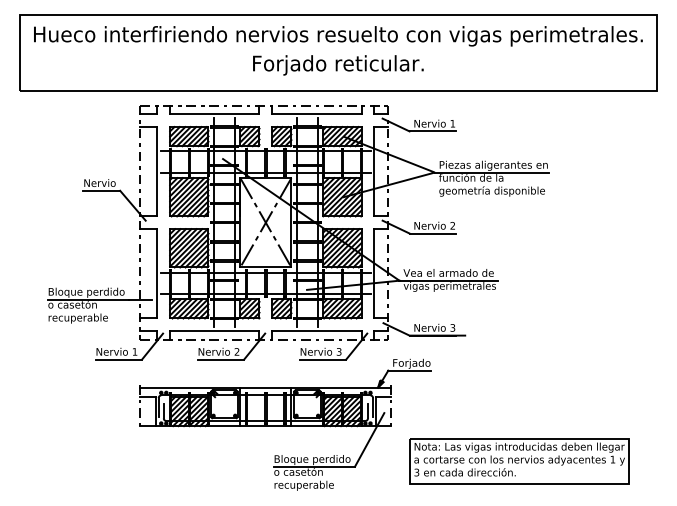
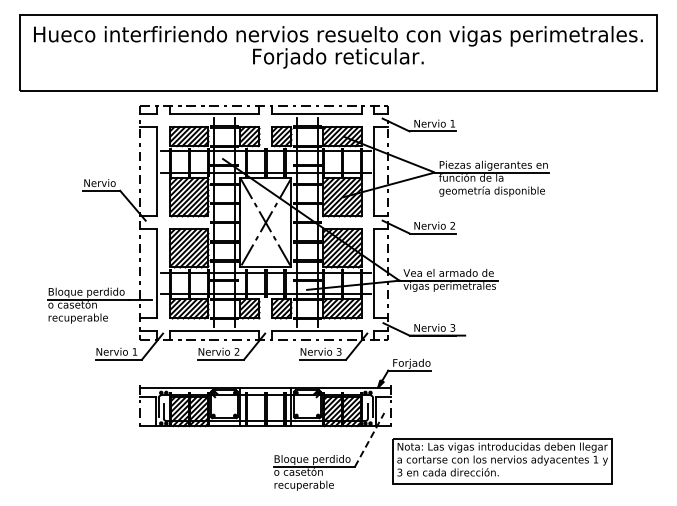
text at (338, 65) position: (338, 65) -> (338, 58)
line at (369, 439): solid -> dashed
part at (519, 461) position: (519, 461) -> (502, 461)
